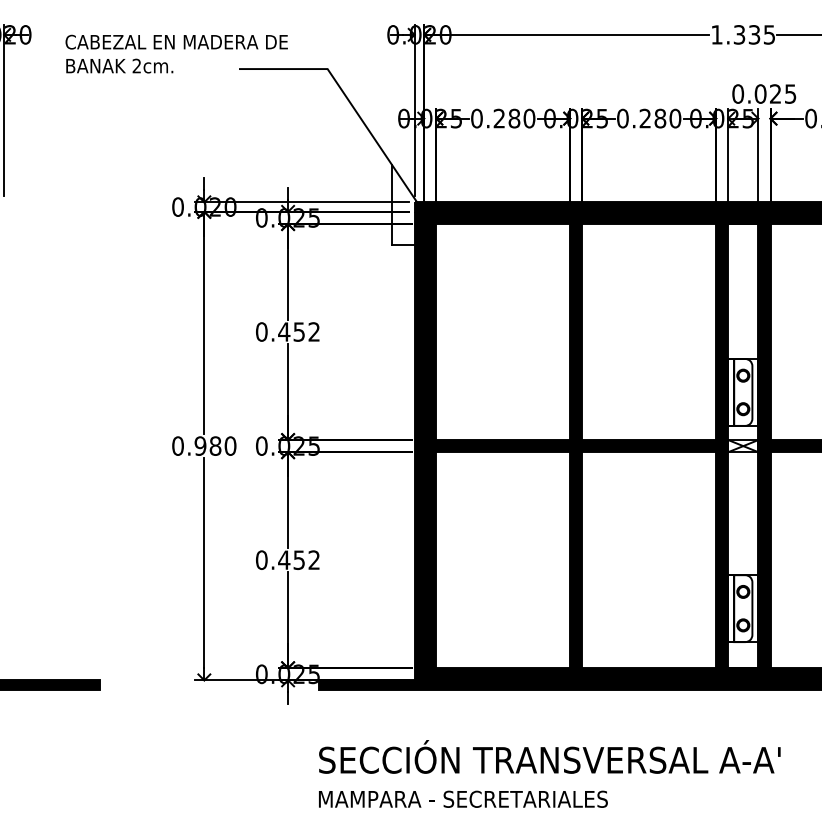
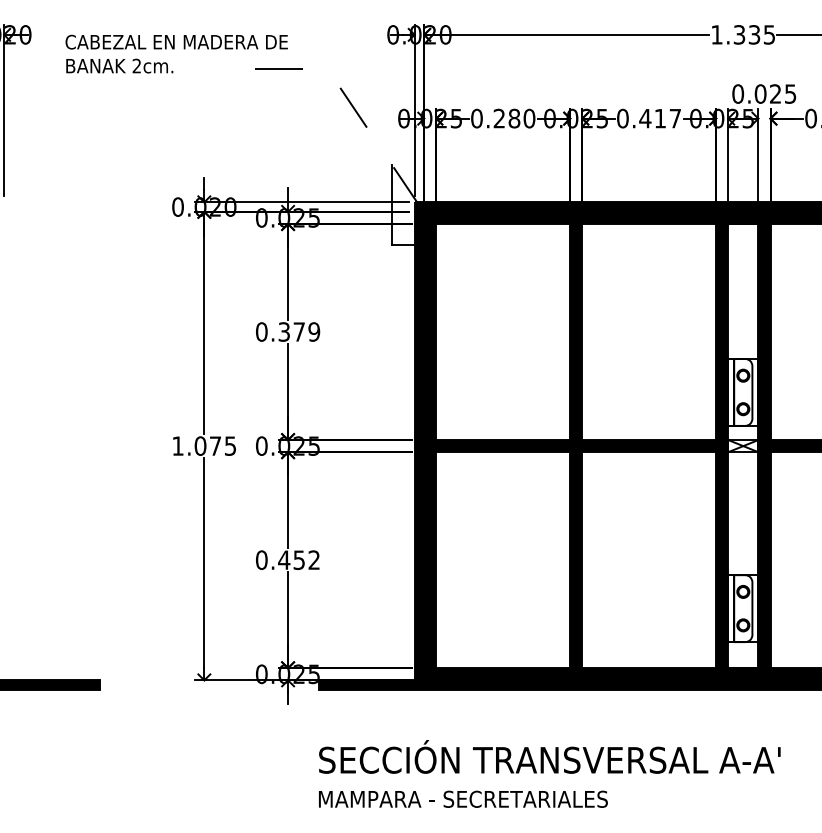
line at (348, 100): solid -> dashed
text at (660, 118): 0.280 -> 0.417
text at (299, 331): 0.452 -> 0.379
text at (204, 445): 0.980 -> 1.075
